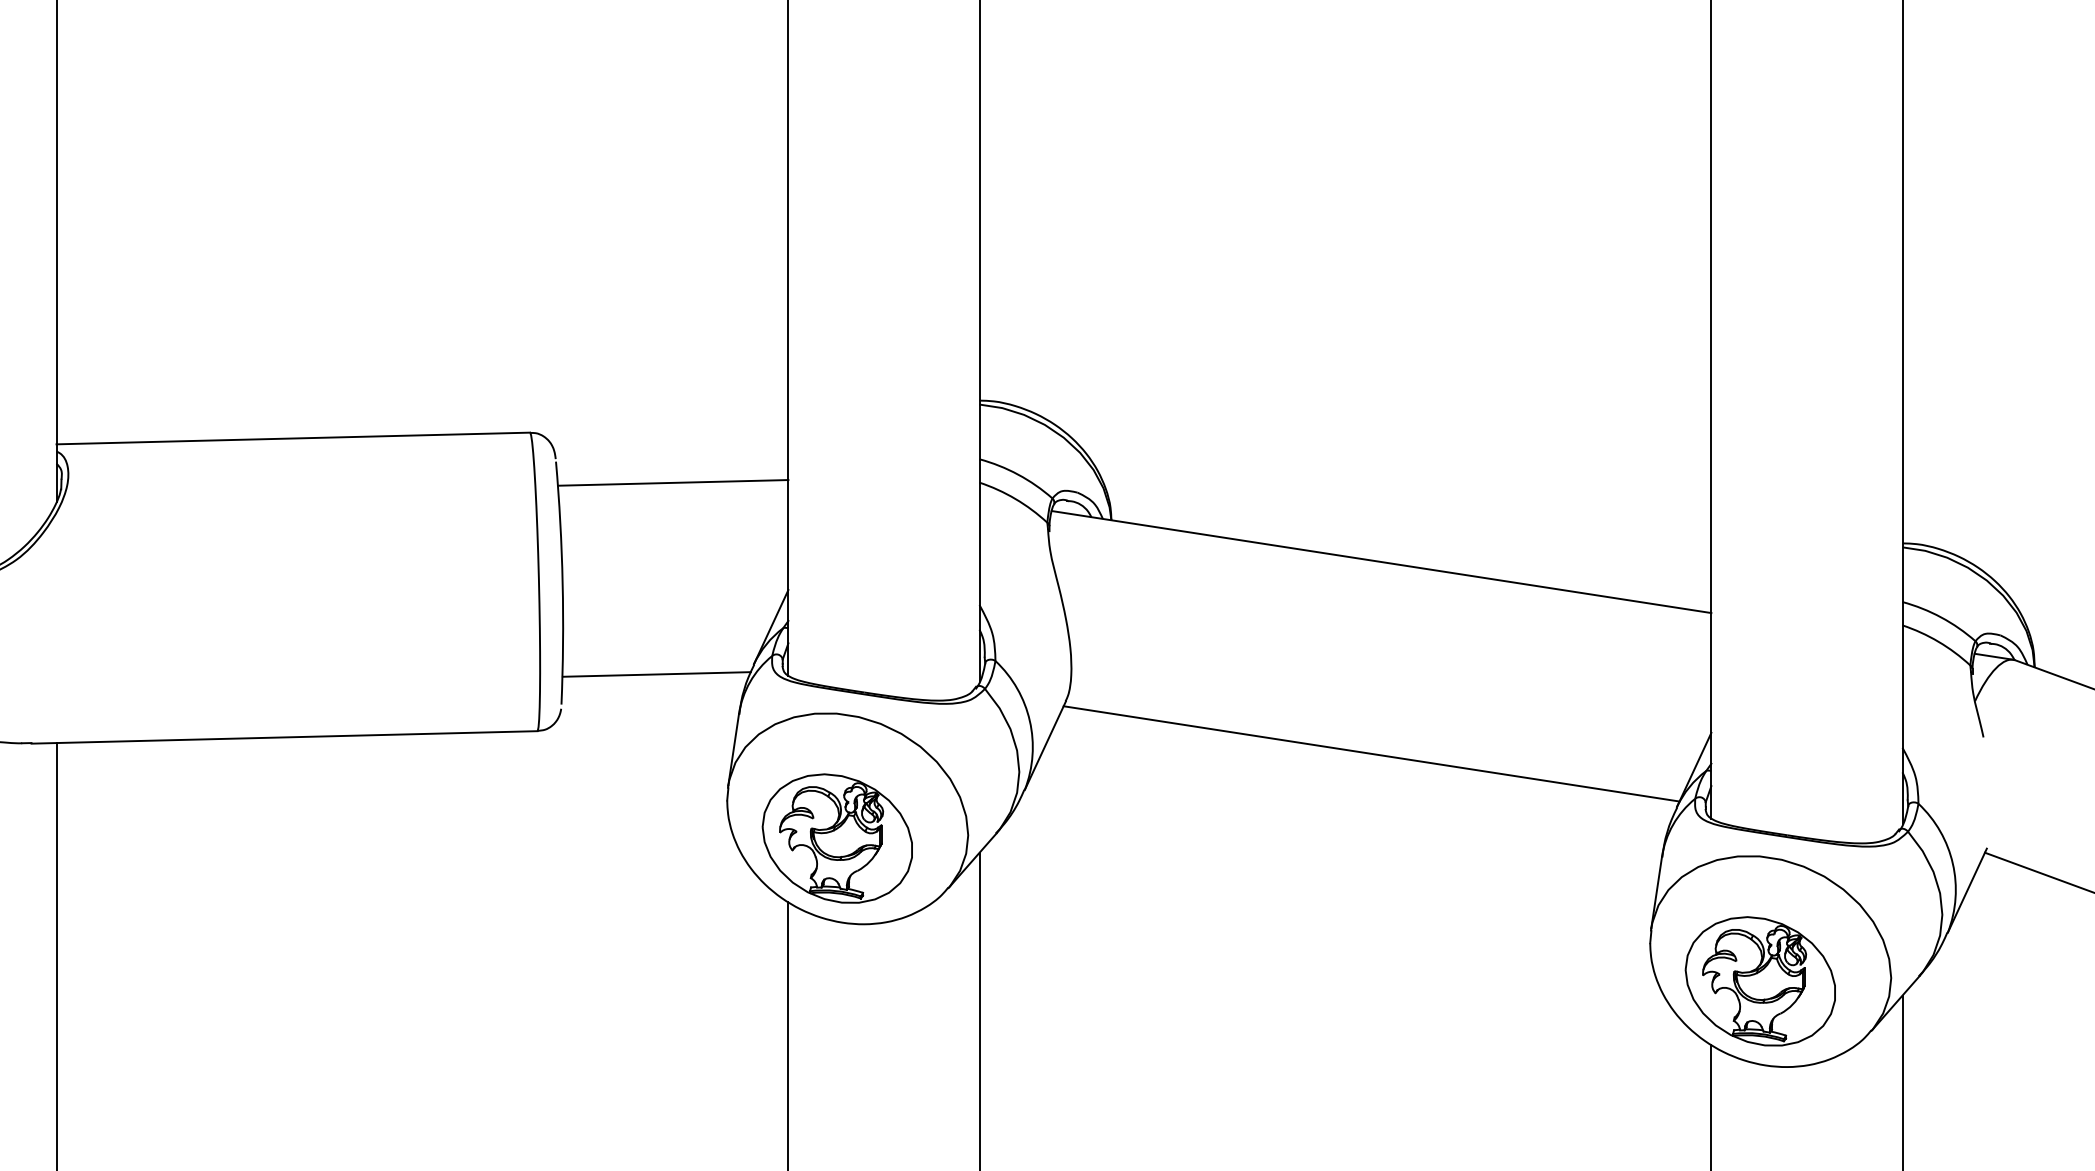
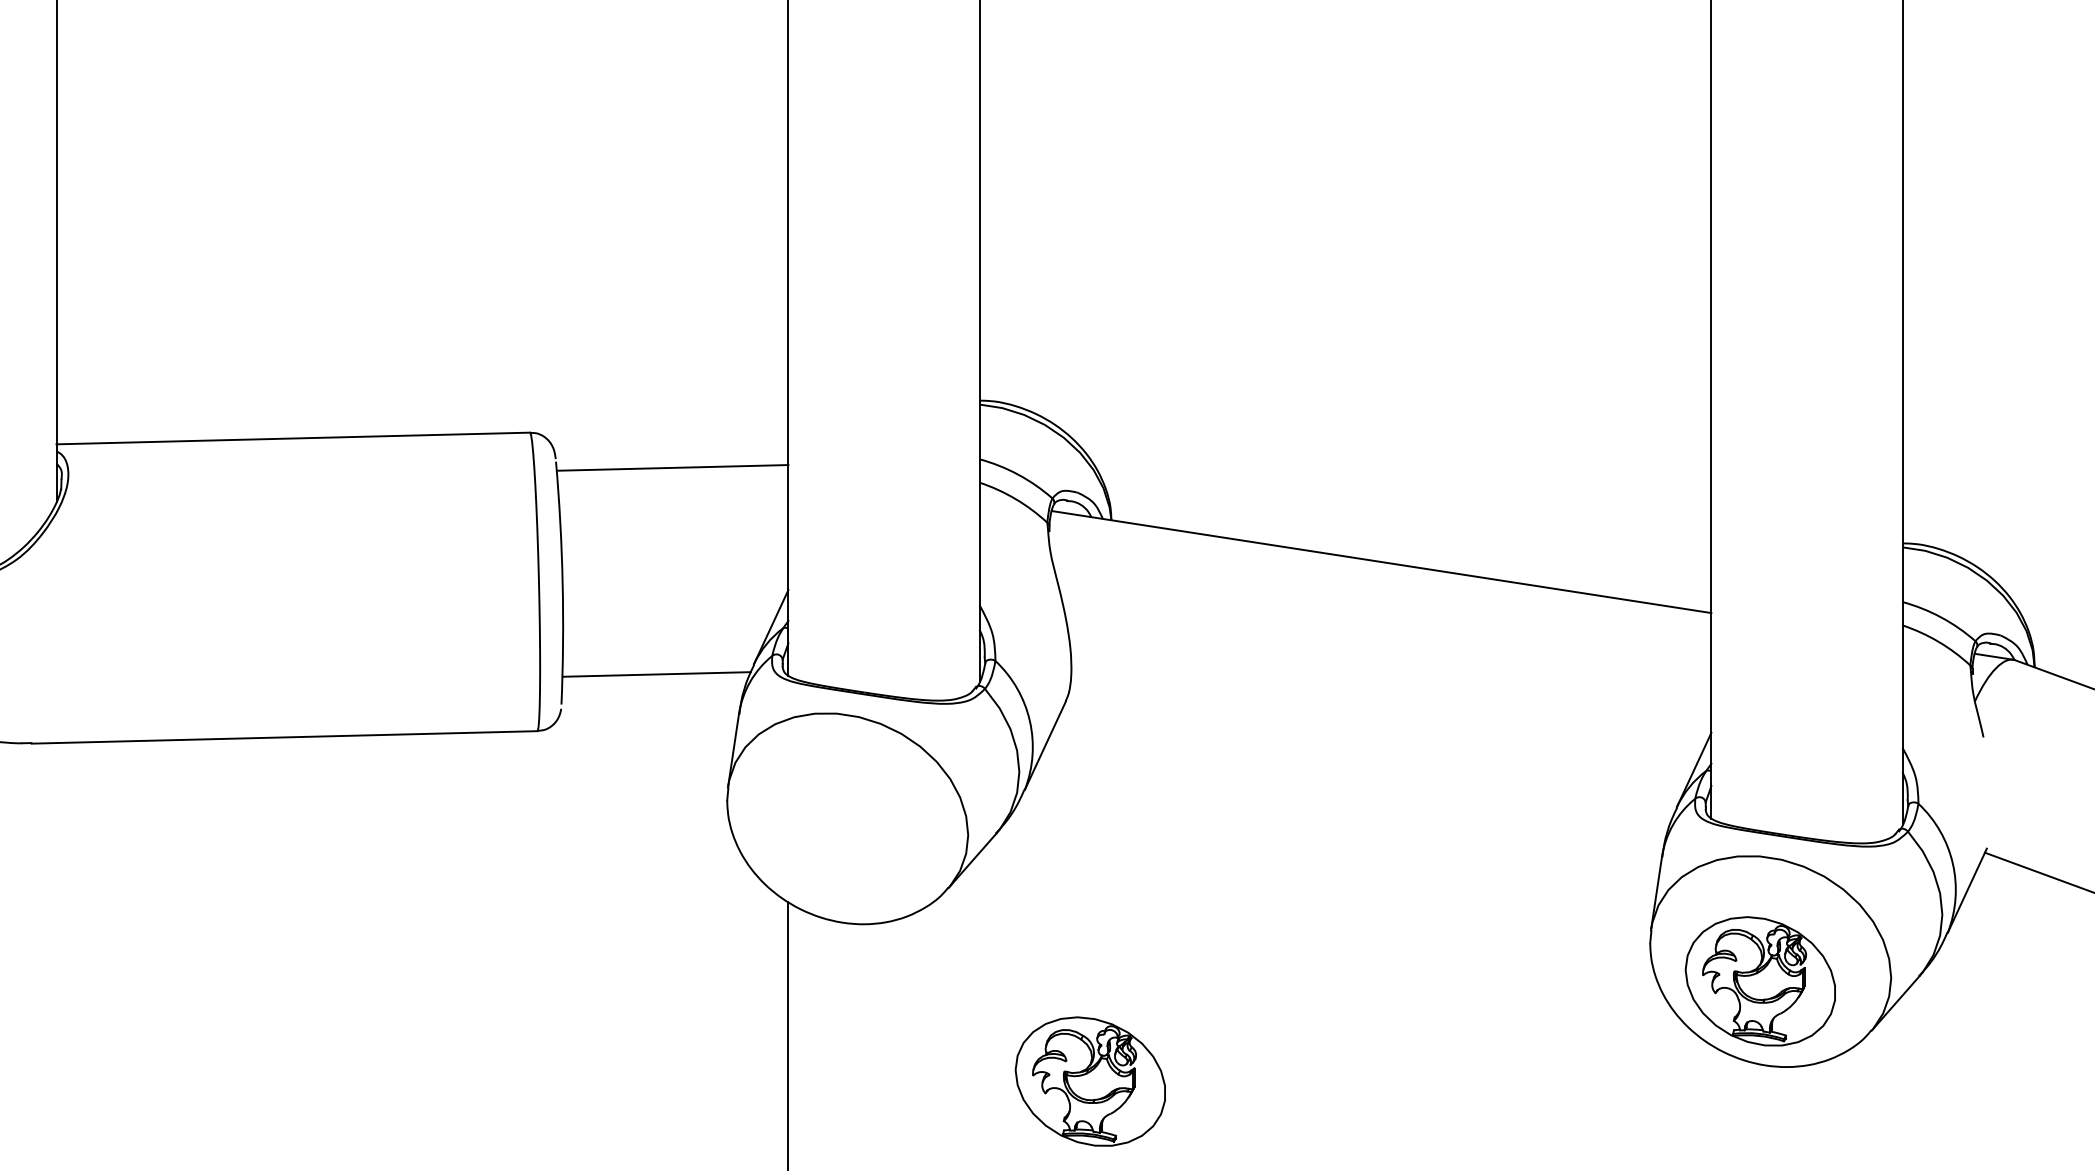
line at (673, 482) position: (673, 482) -> (673, 467)
line at (1371, 753): present -> none
part at (836, 838) position: (836, 838) -> (1089, 1081)
line at (56, 955): present -> none
line at (979, 1009): present -> none
line at (1902, 1081): present -> none
line at (1711, 1105): present -> none
